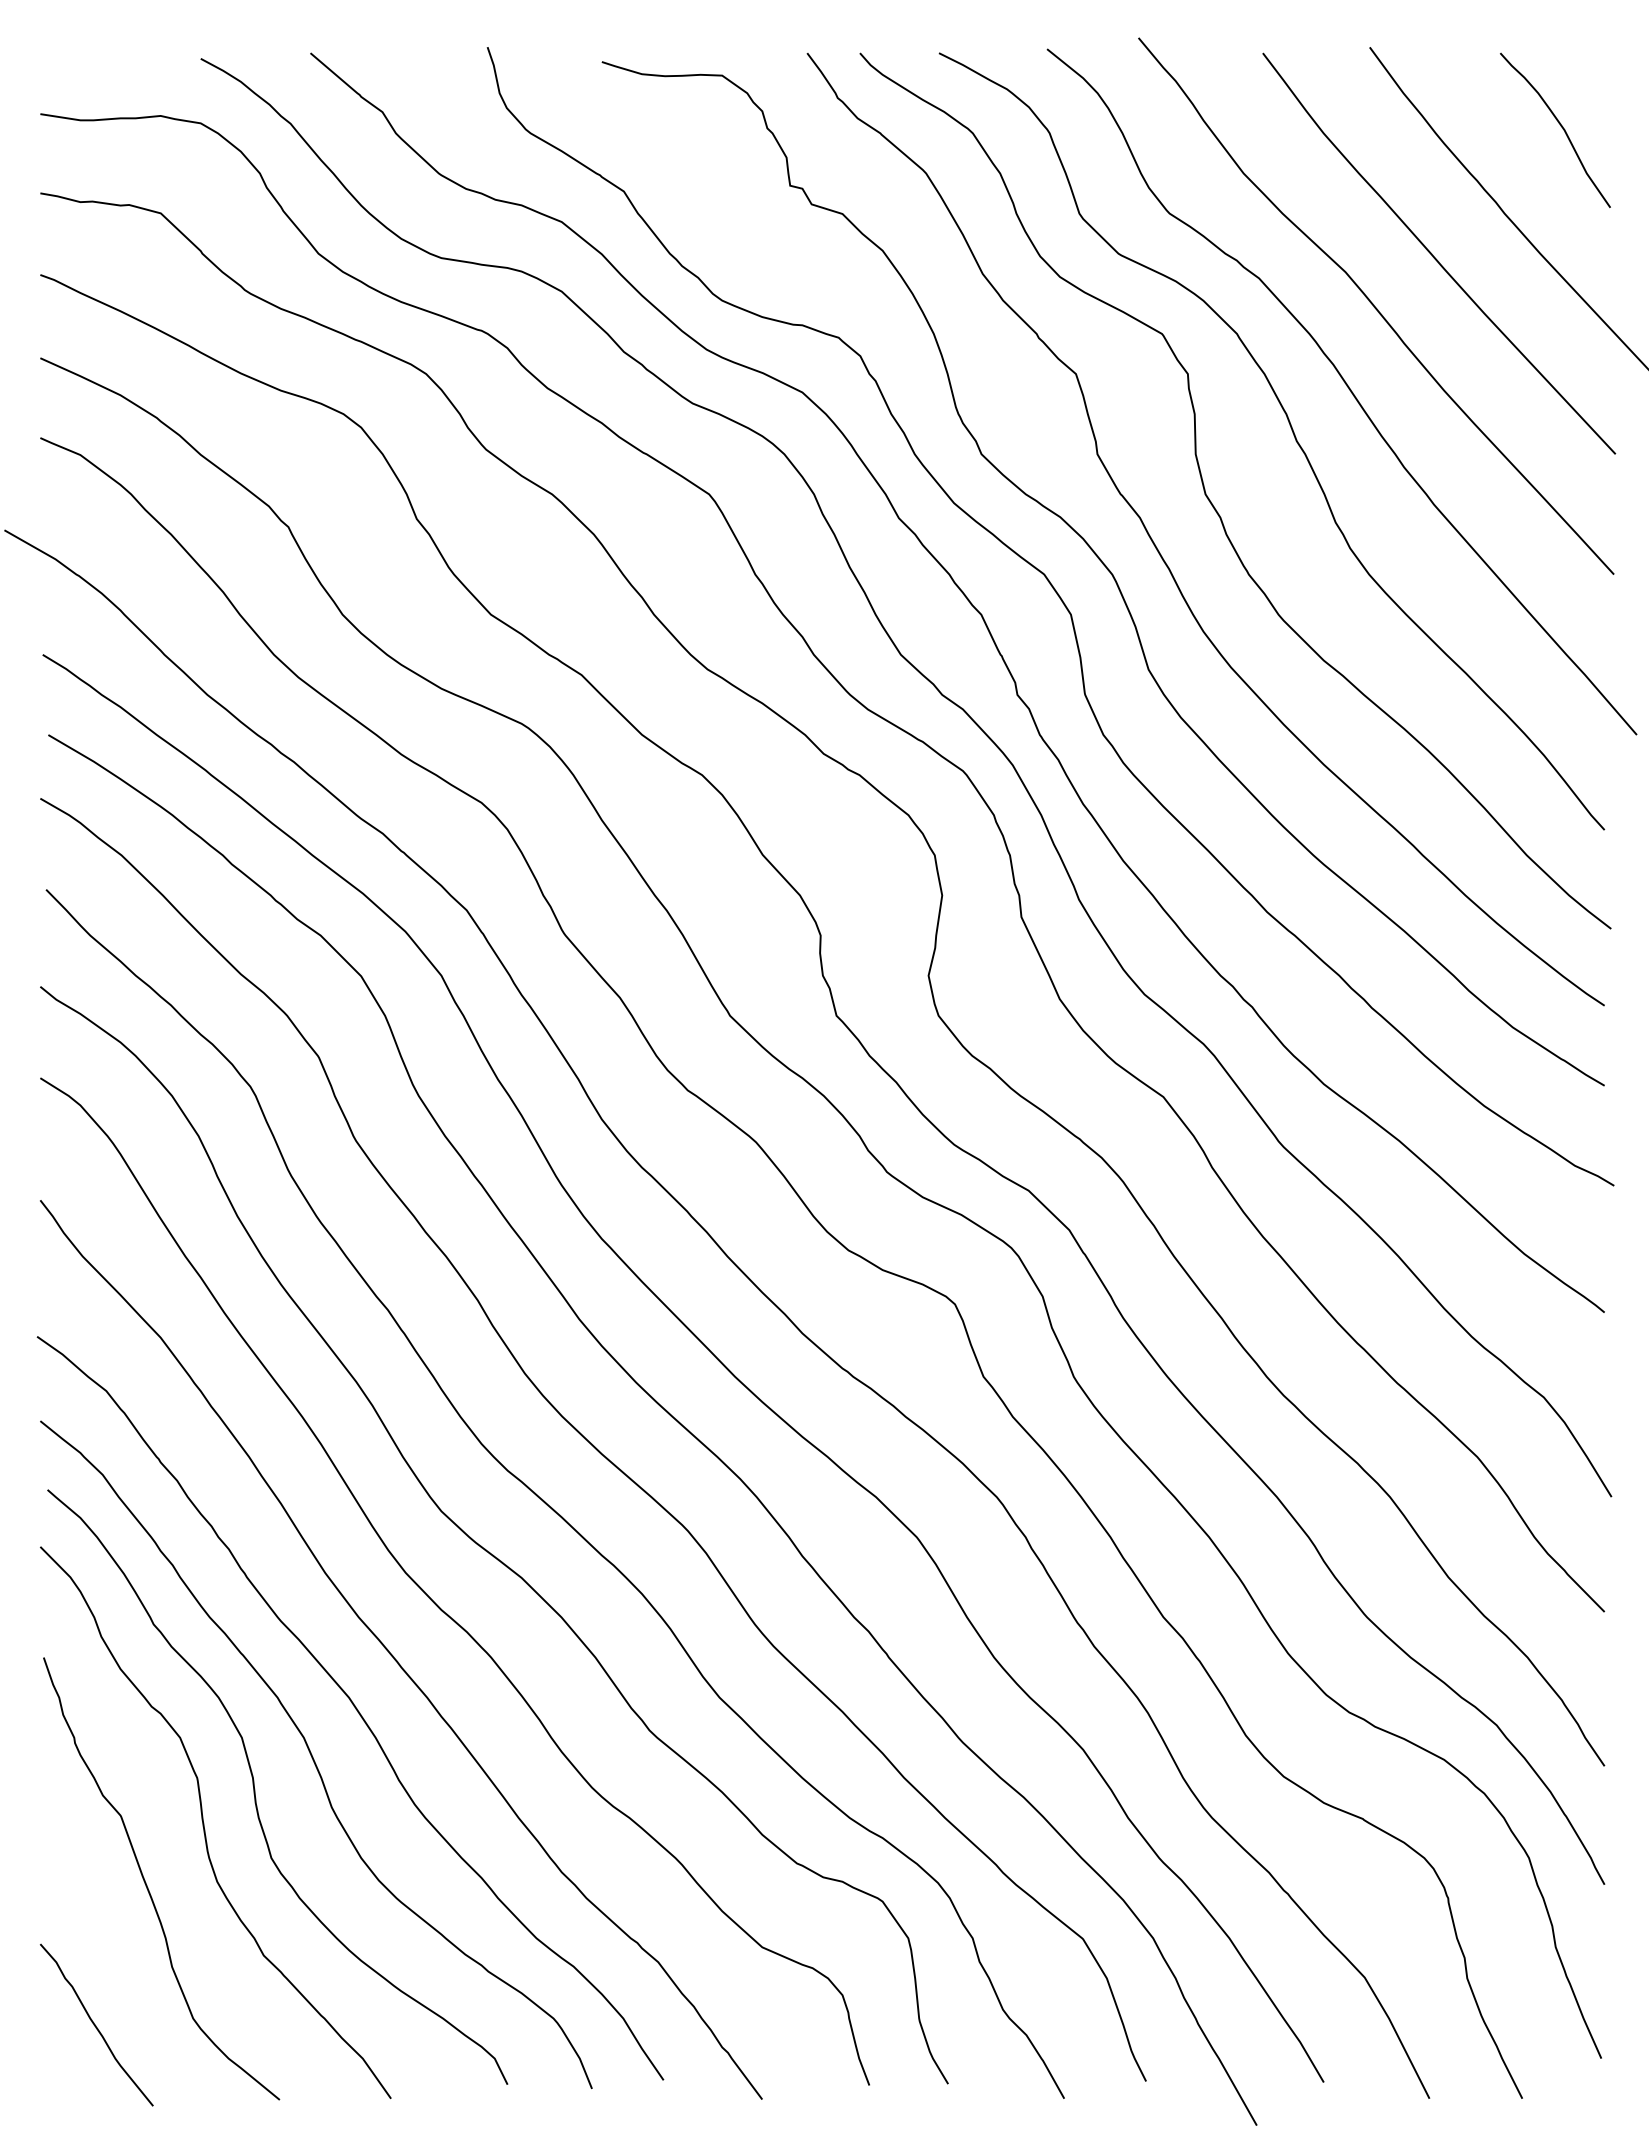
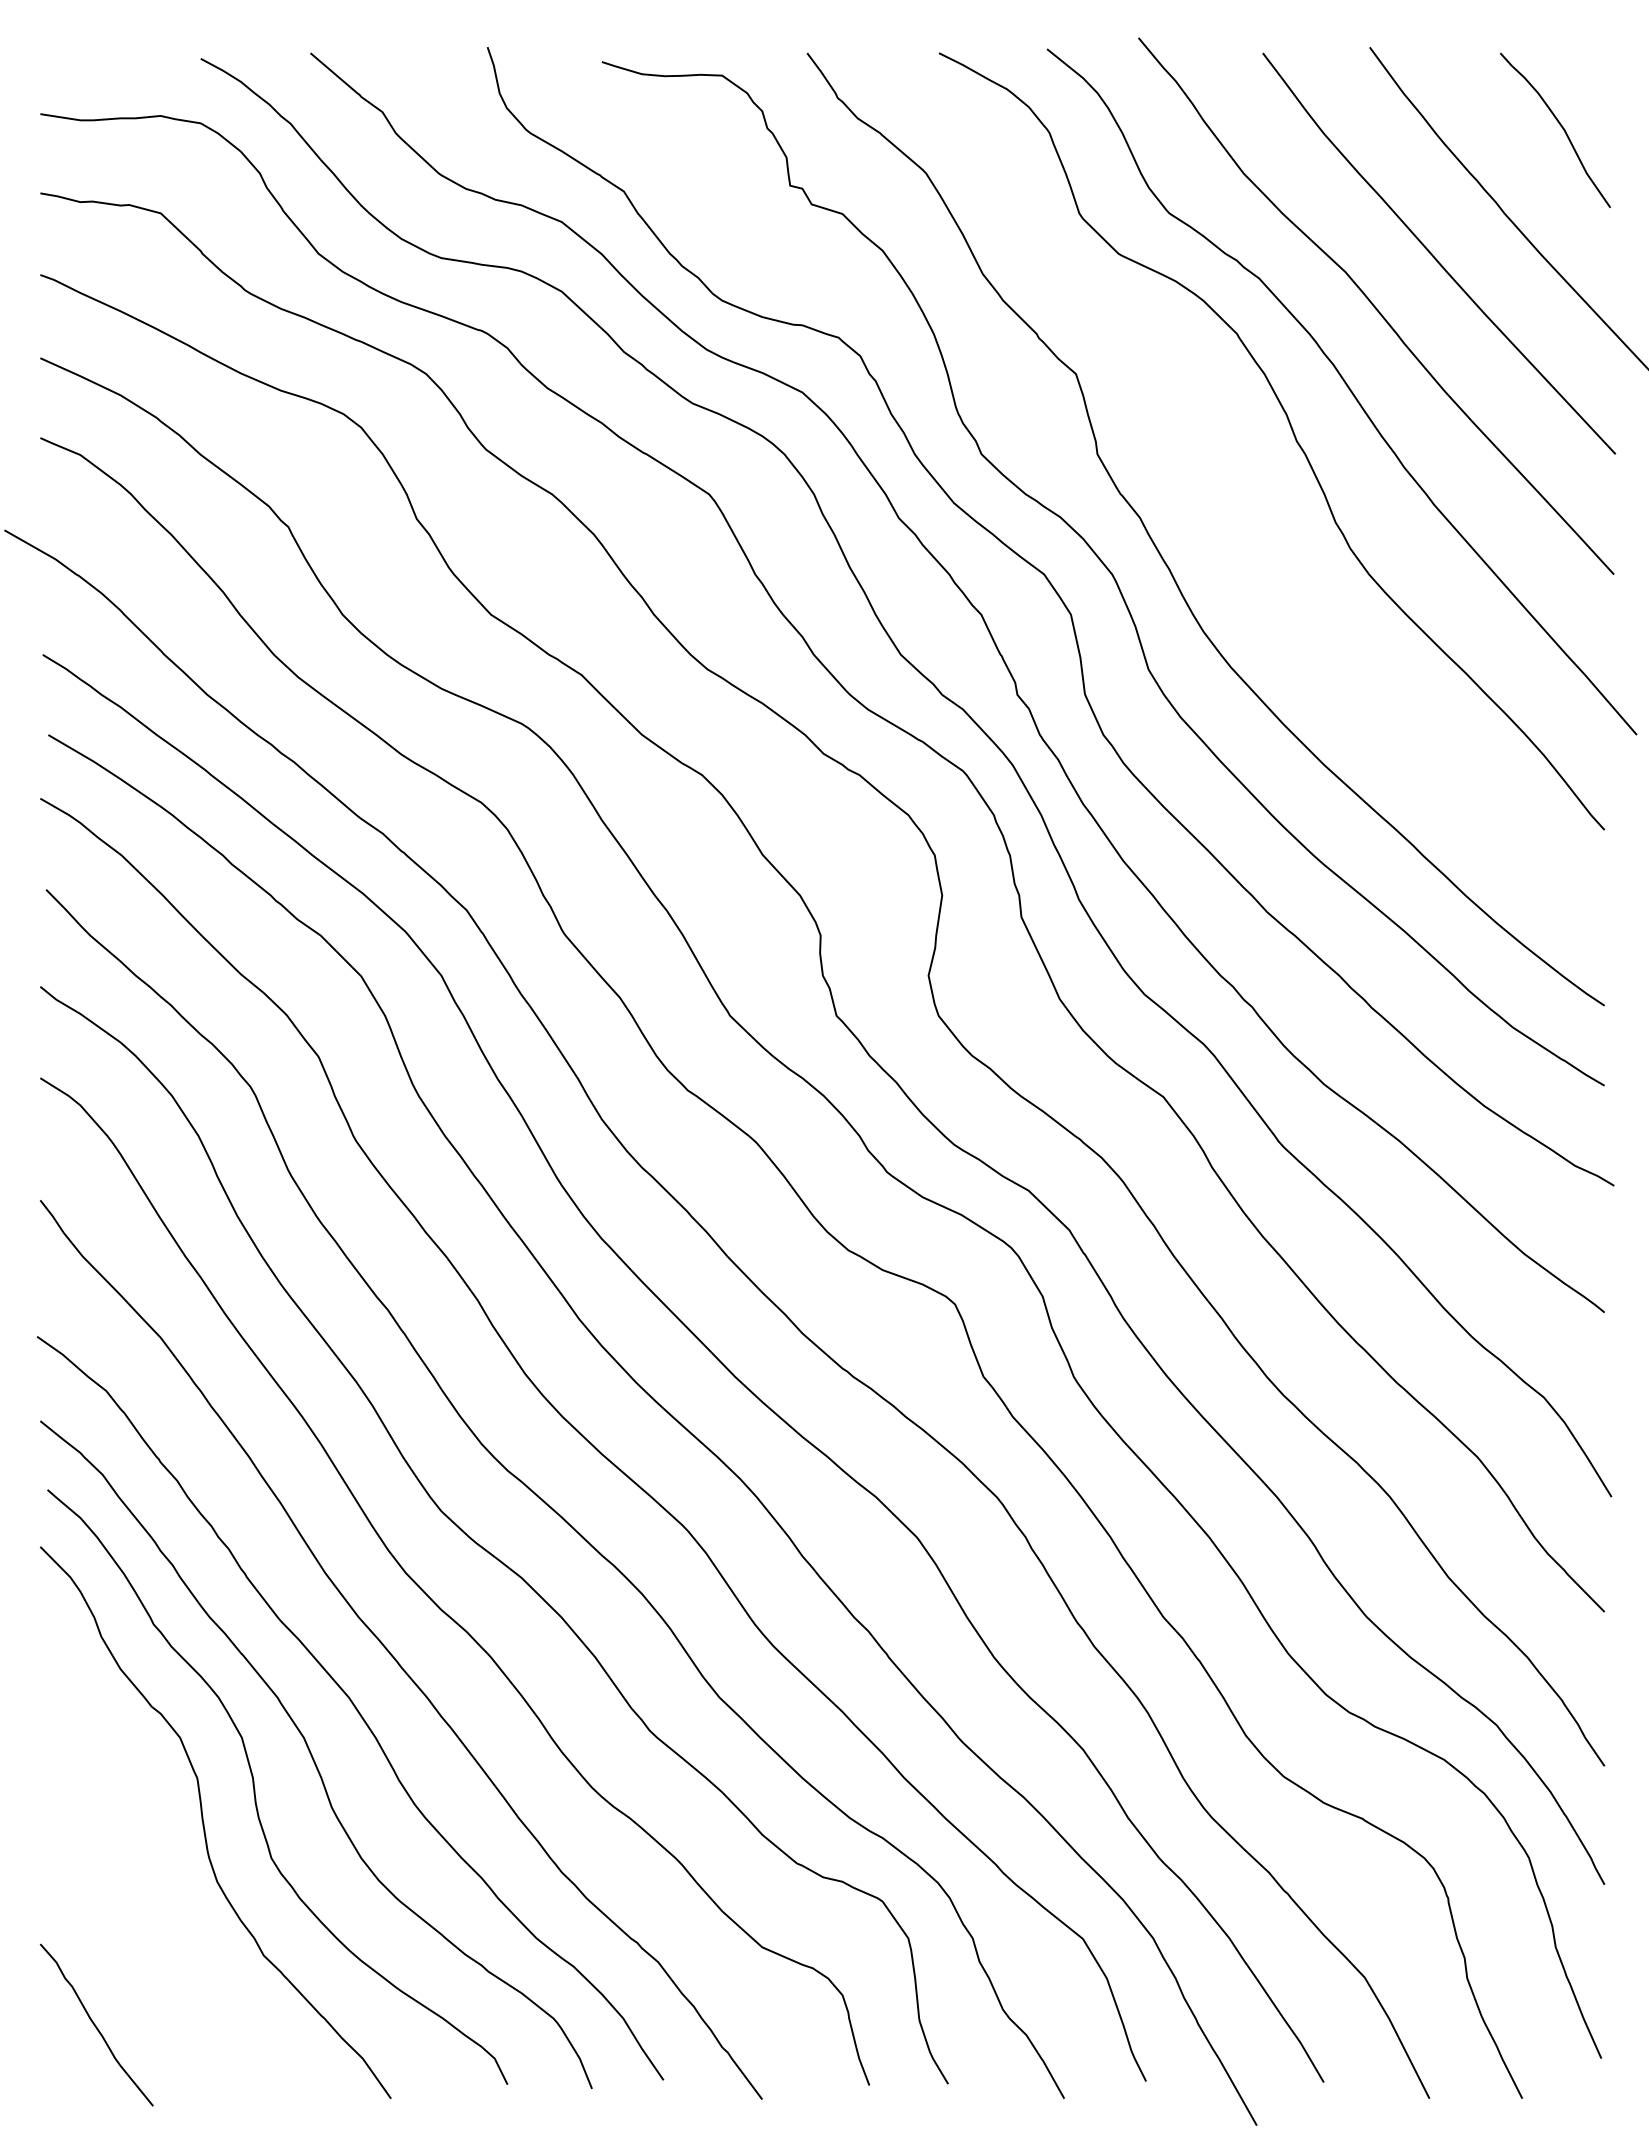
curve at (1213, 504): present -> none
curve at (146, 1882): present -> none
